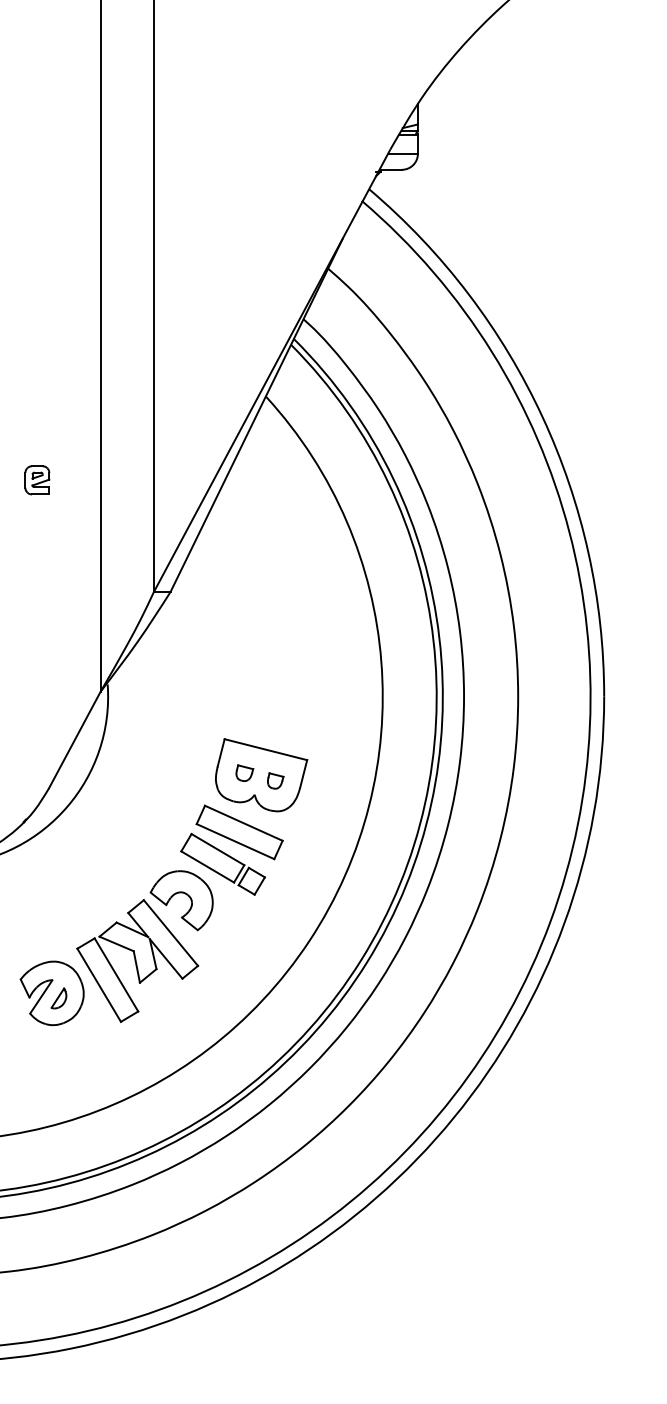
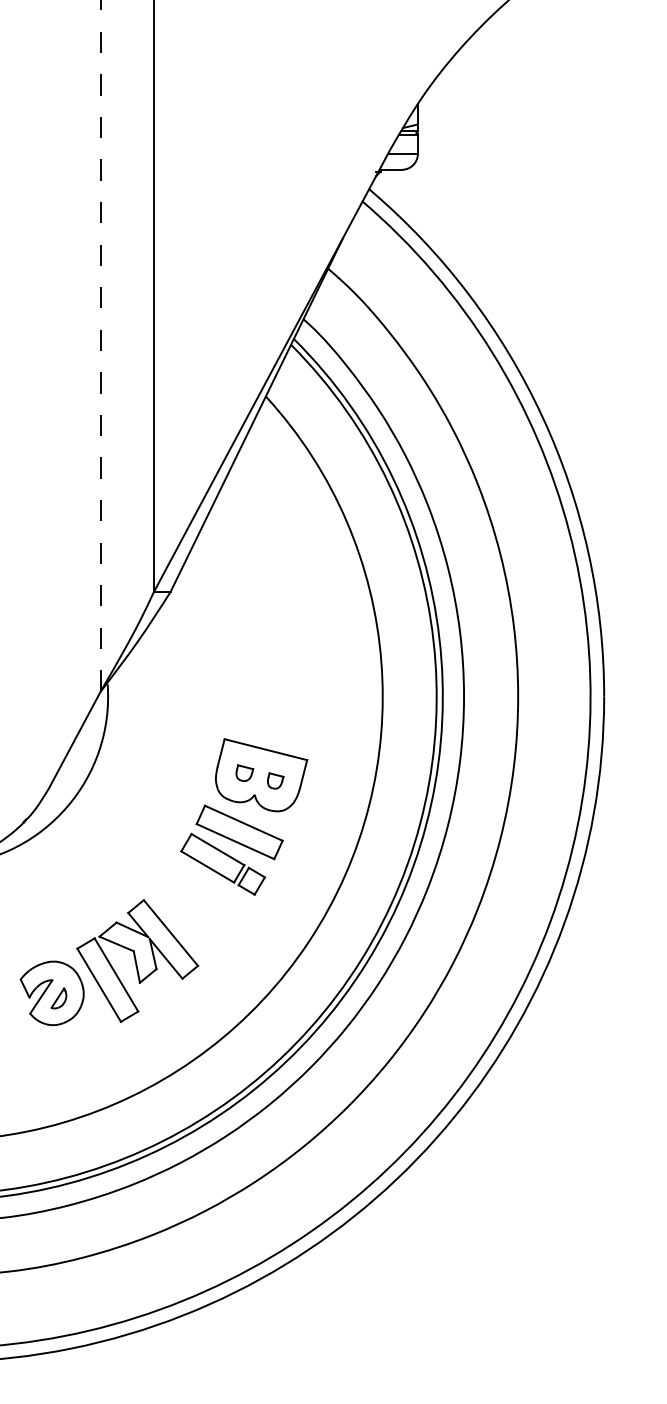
line at (100, 345): solid -> dashed
part at (37, 480): present -> none
part at (184, 894): present -> none
